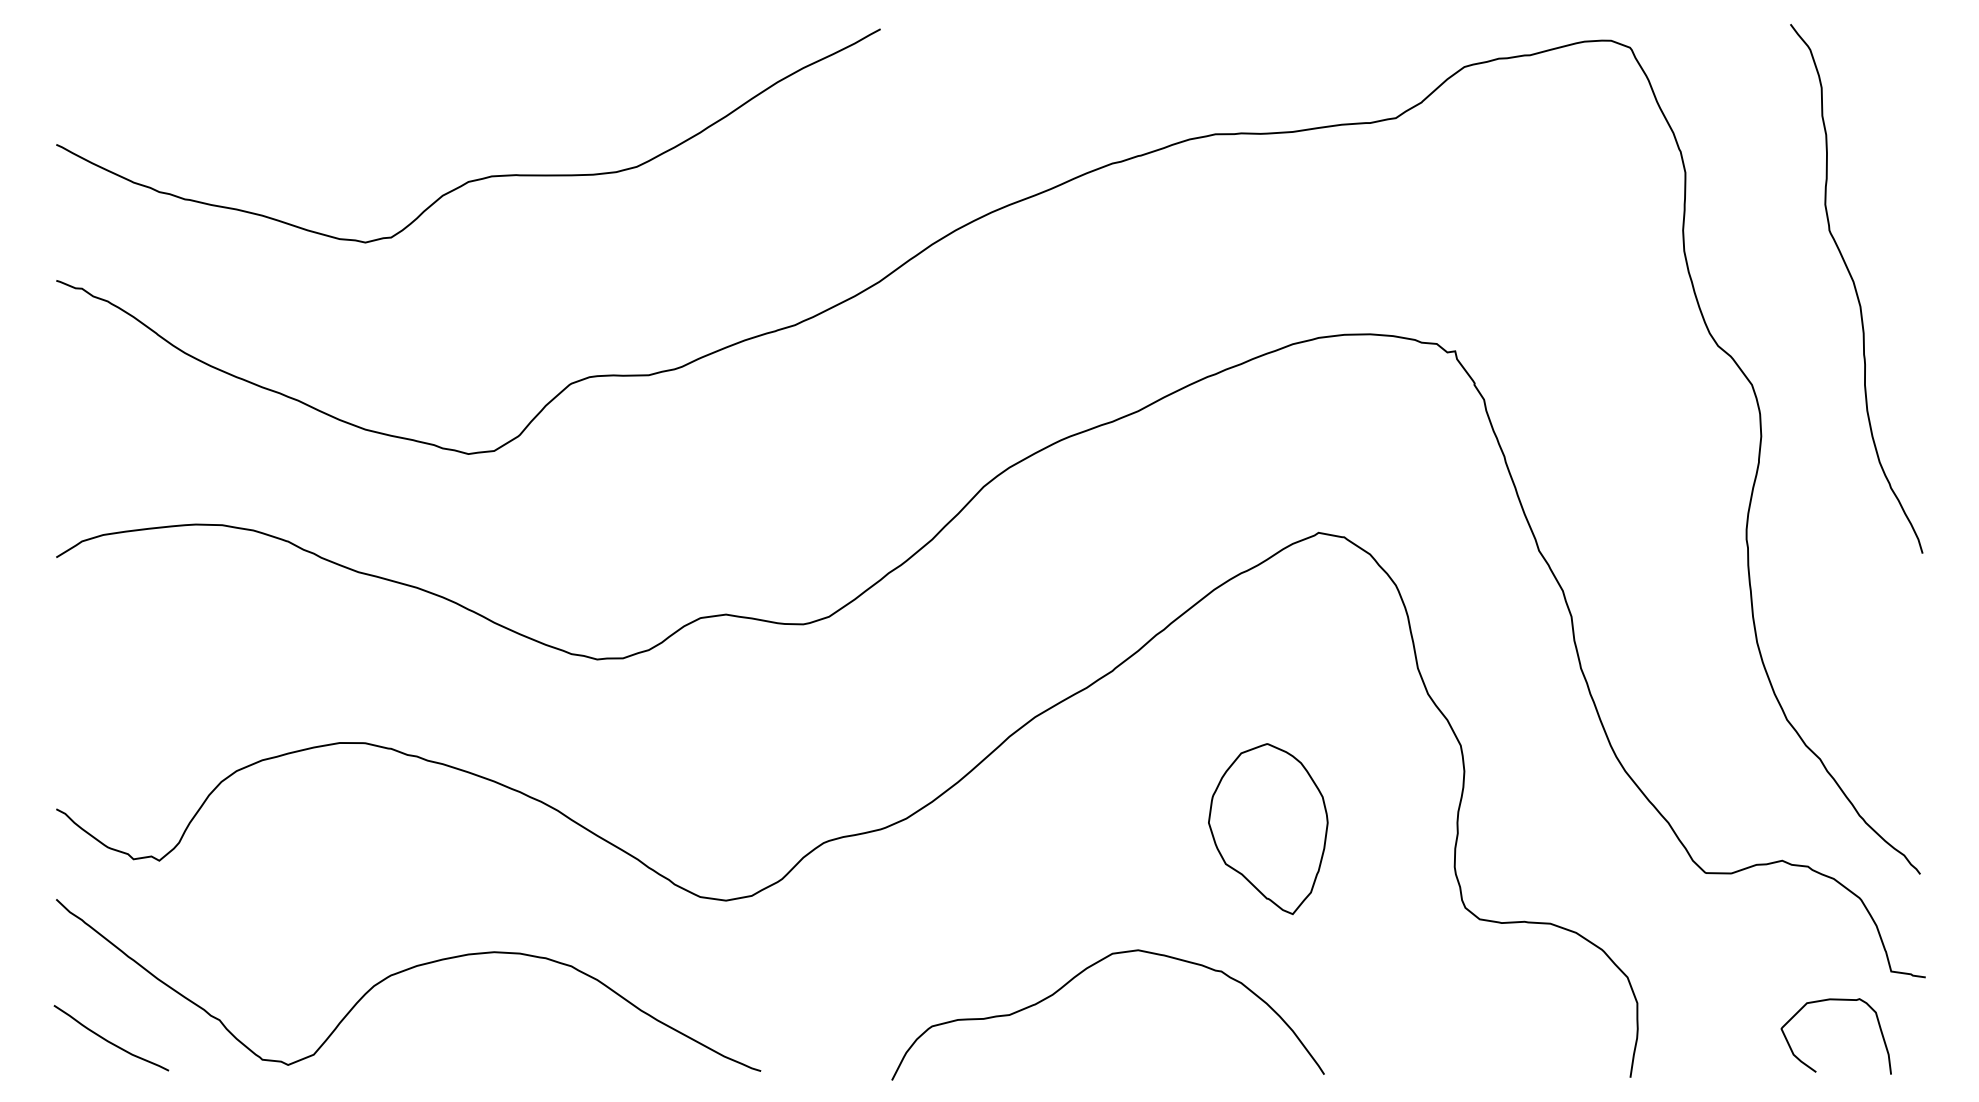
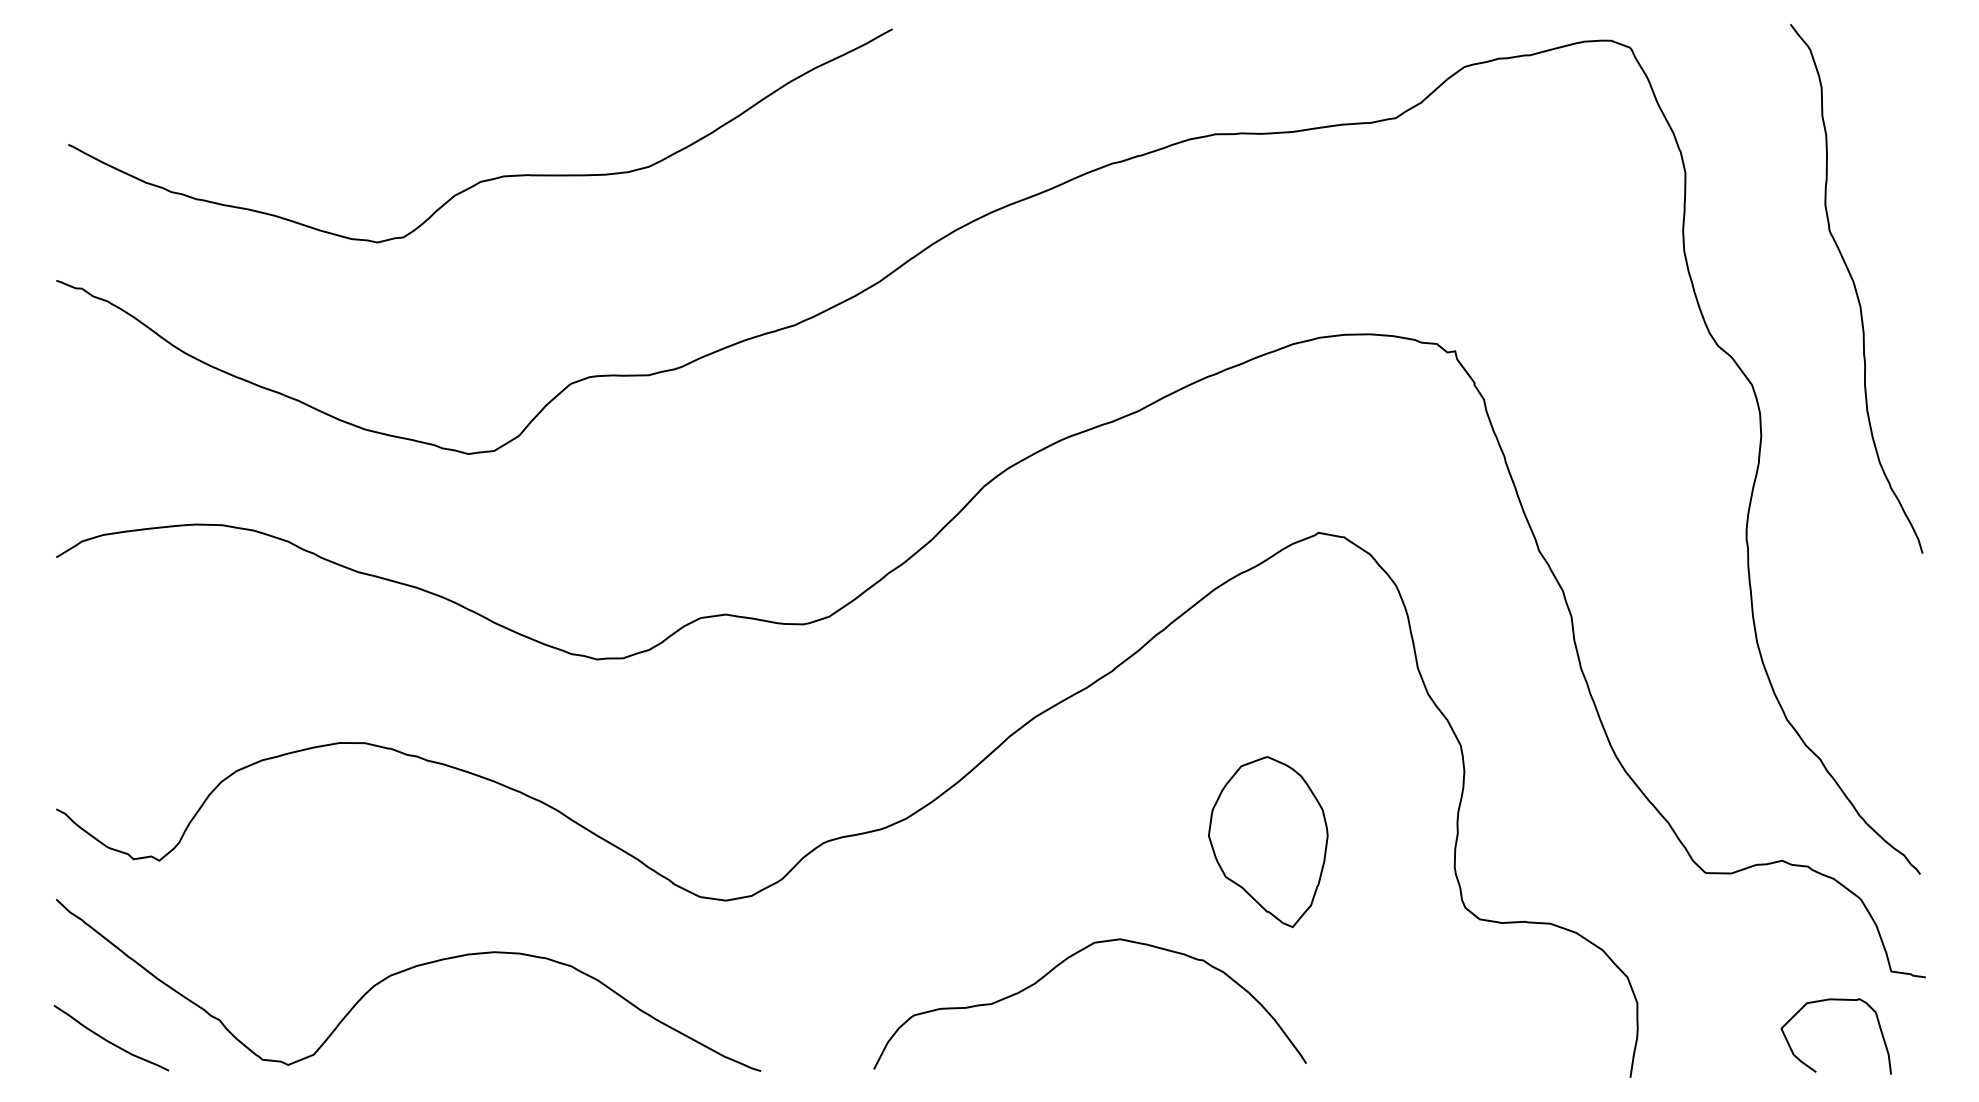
curve at (478, 178) position: (478, 178) -> (490, 178)
part at (1268, 828) position: (1268, 828) -> (1268, 841)
curve at (1080, 974) position: (1080, 974) -> (1062, 963)
